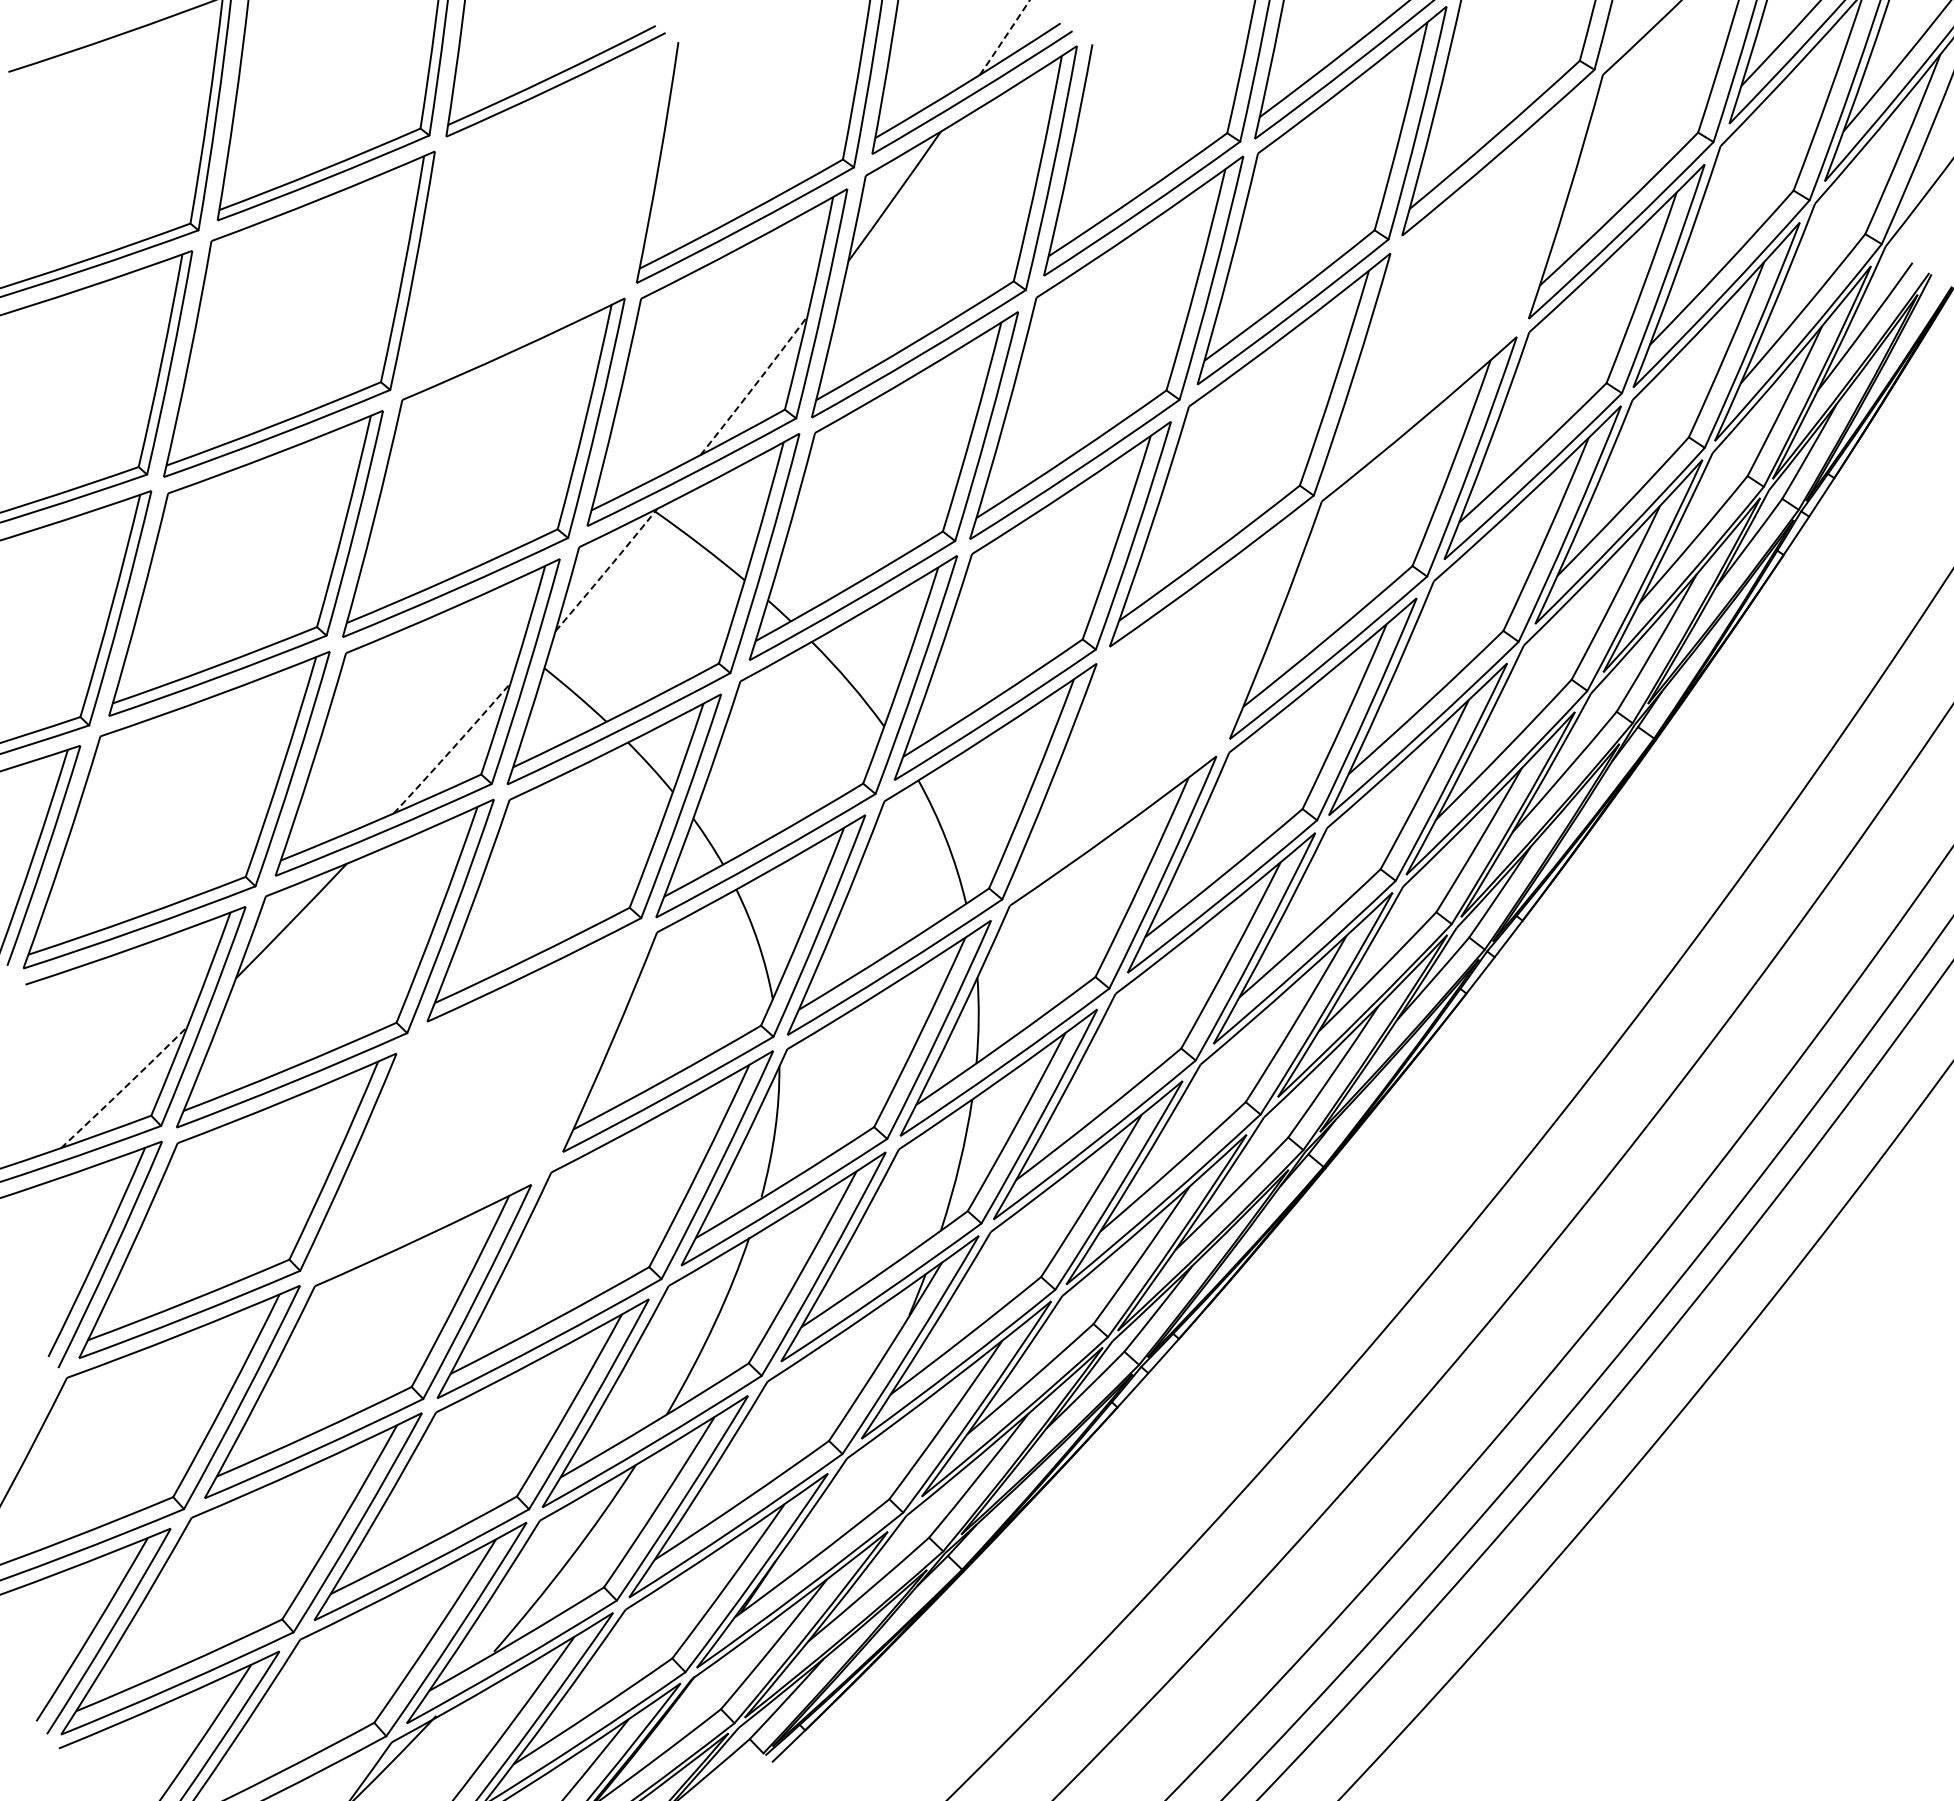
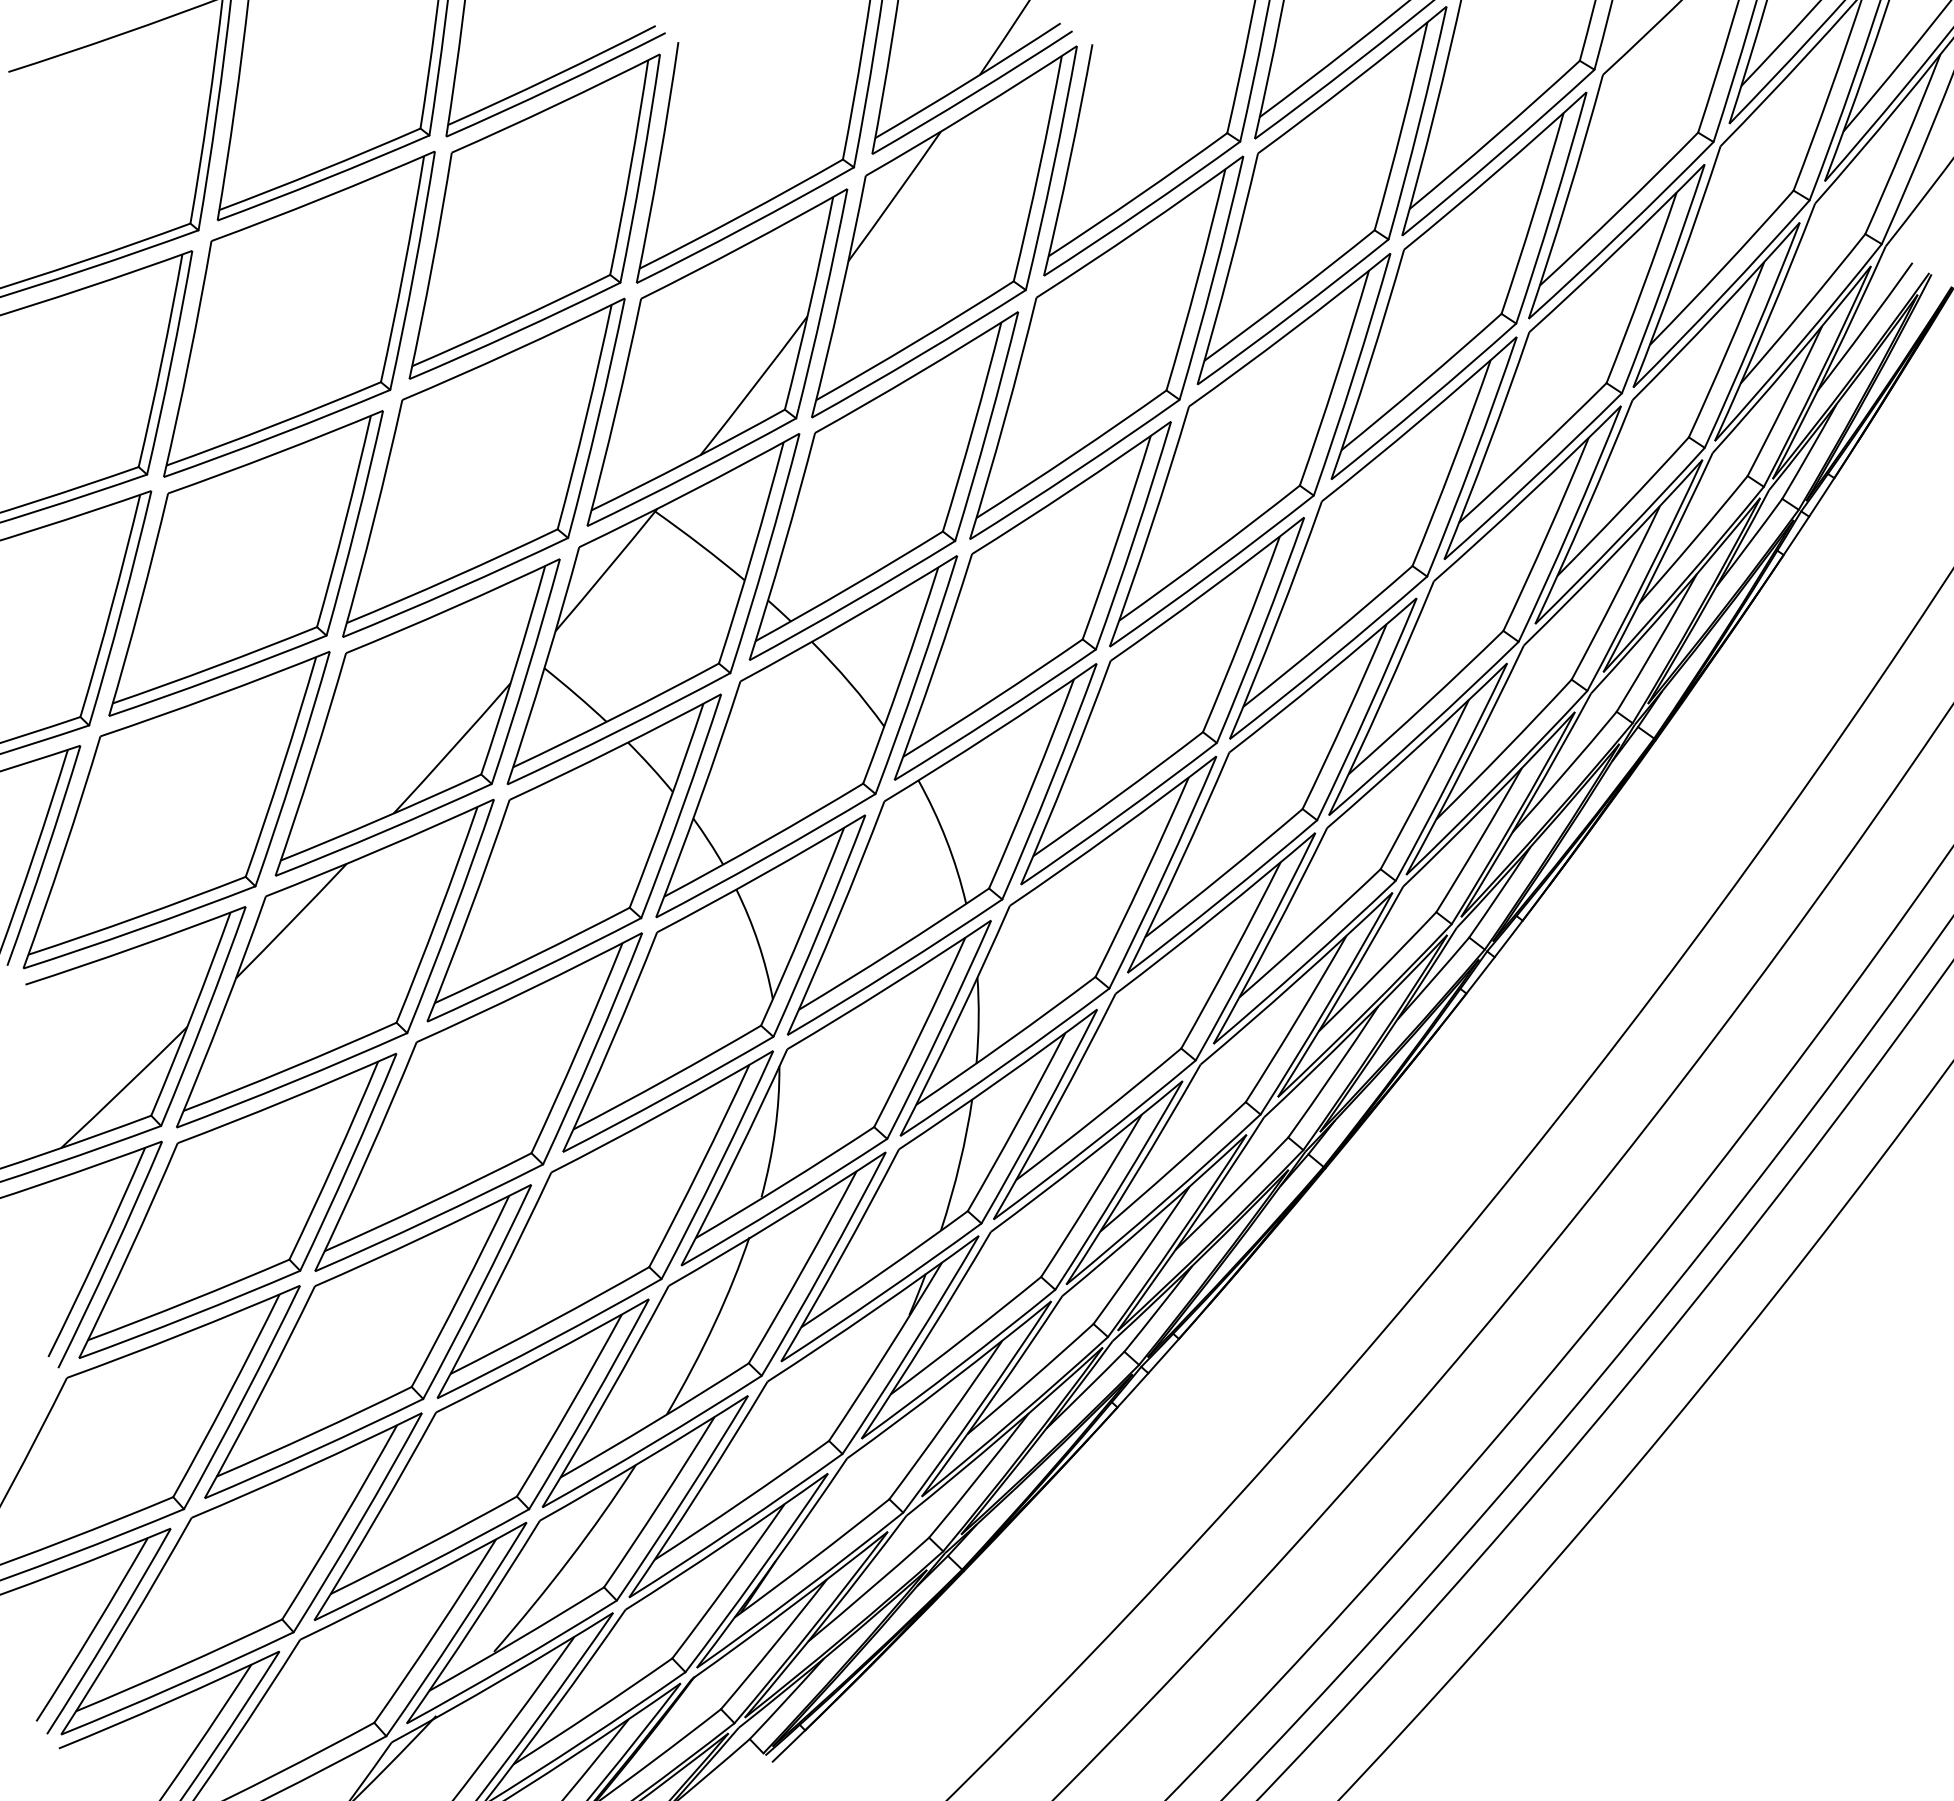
arc at (1004, 37): dashed -> solid
part at (534, 216): none -> present
part at (1458, 285): none -> present
arc at (754, 386): dashed -> solid
arc at (606, 570): dashed -> solid
part at (1162, 701): none -> present
arc at (452, 748): dashed -> solid
arc at (124, 1087): dashed -> solid
part at (478, 1101): none -> present
